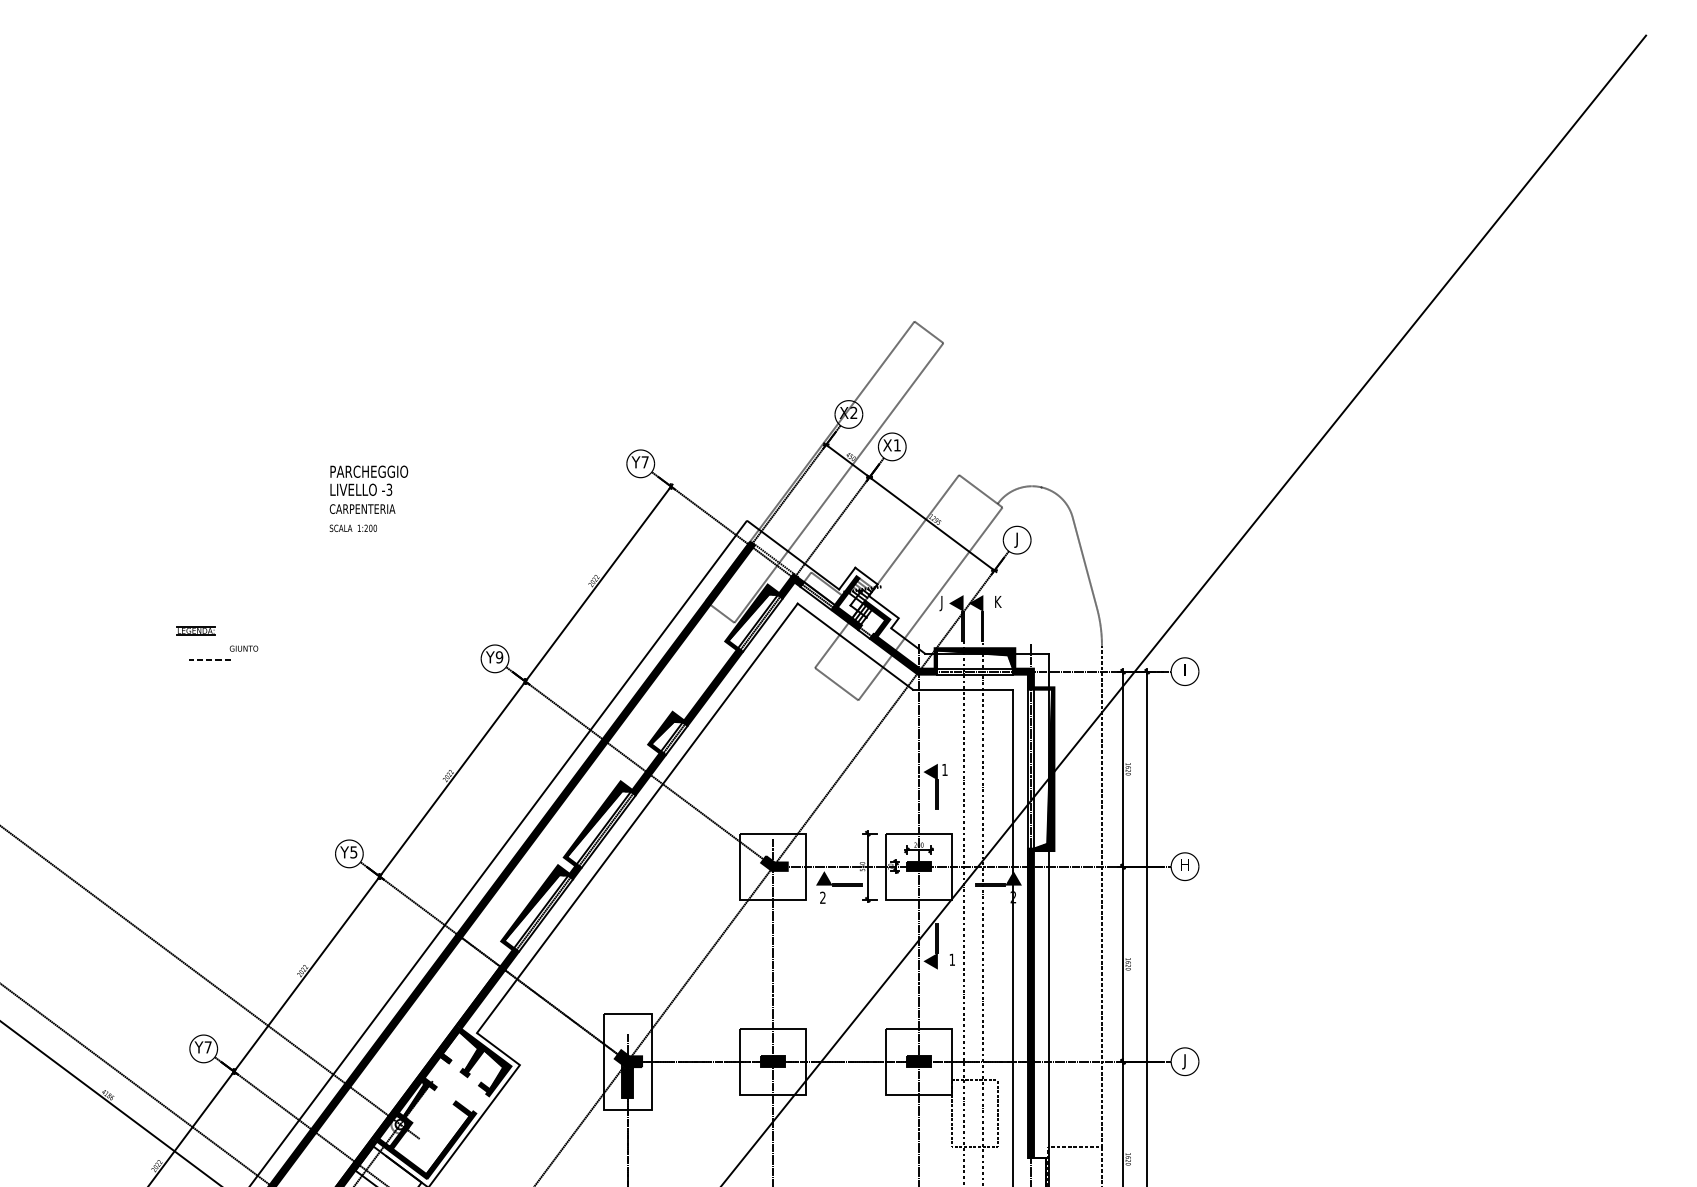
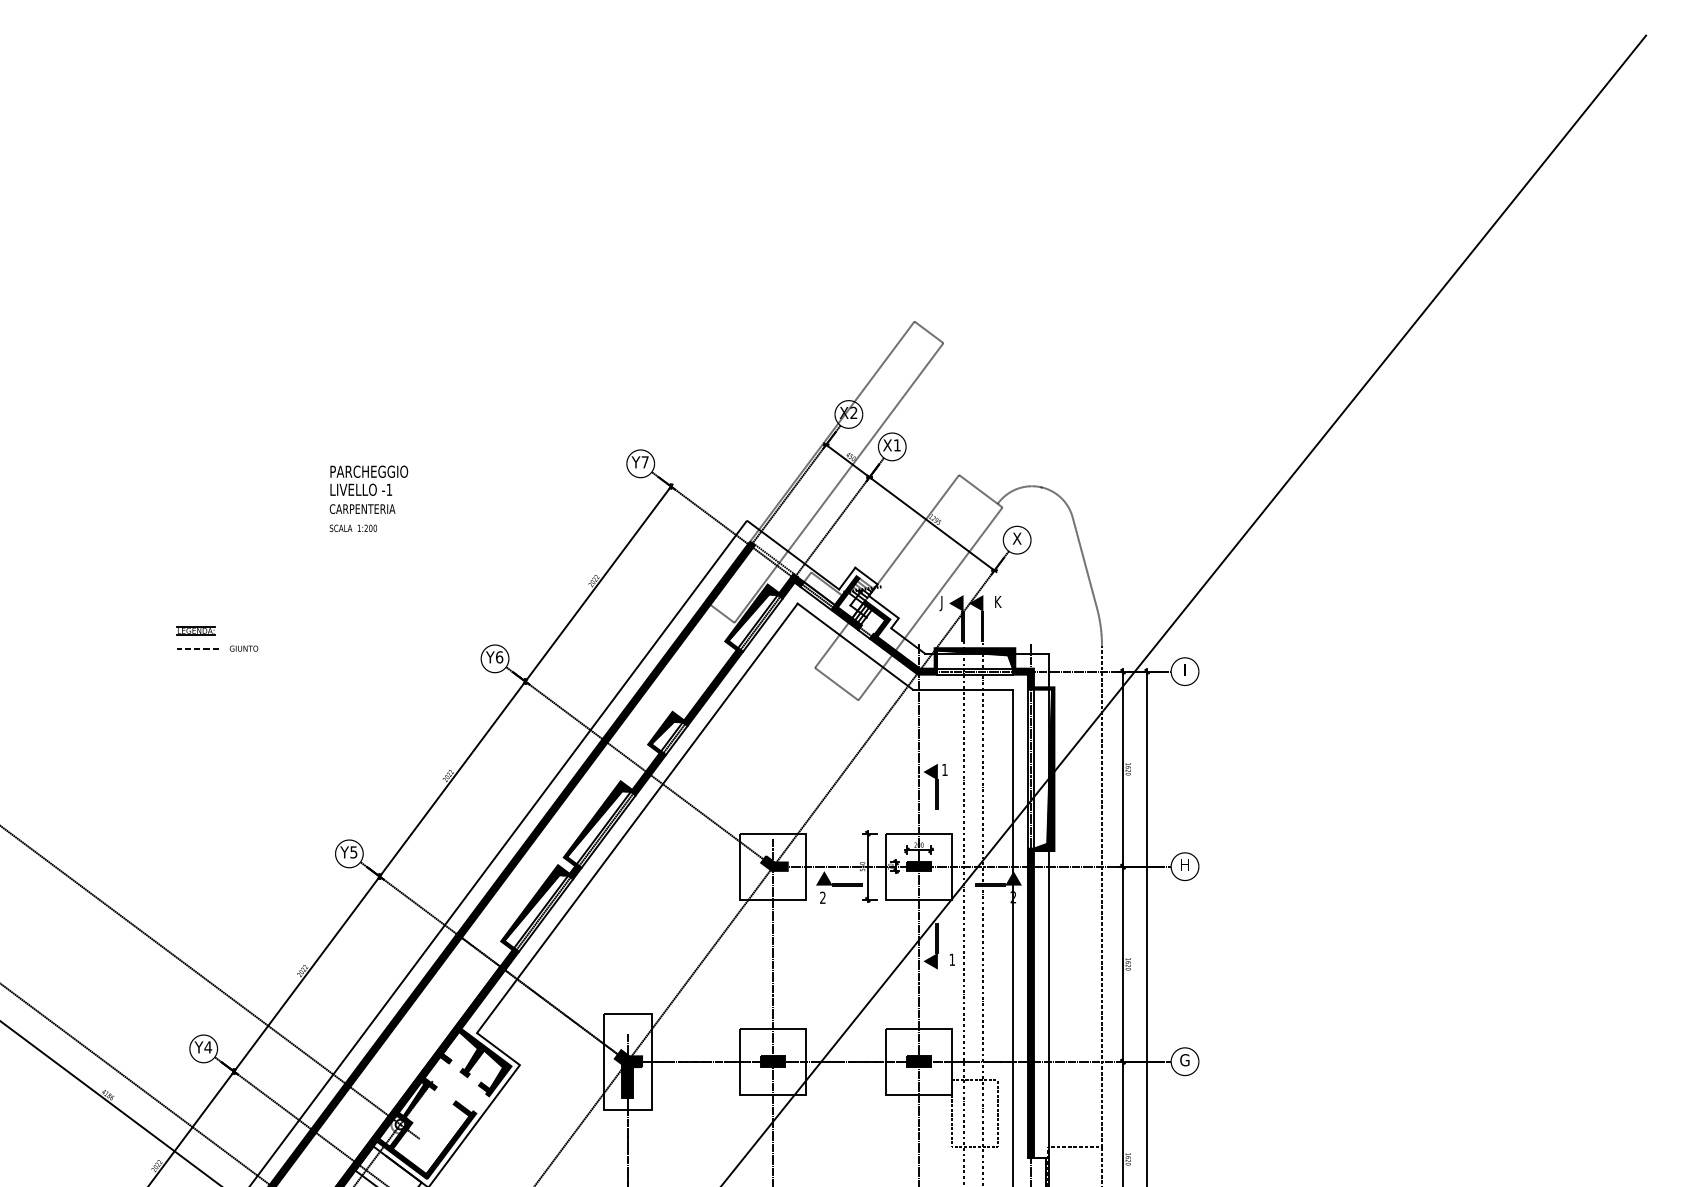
text at (389, 489): -3 -> -1
text at (1016, 539): J -> X
text at (499, 657): Y9 -> Y6
line at (209, 659) position: (209, 659) -> (197, 648)
text at (208, 1047): Y7 -> Y4
text at (1184, 1061): J -> G
